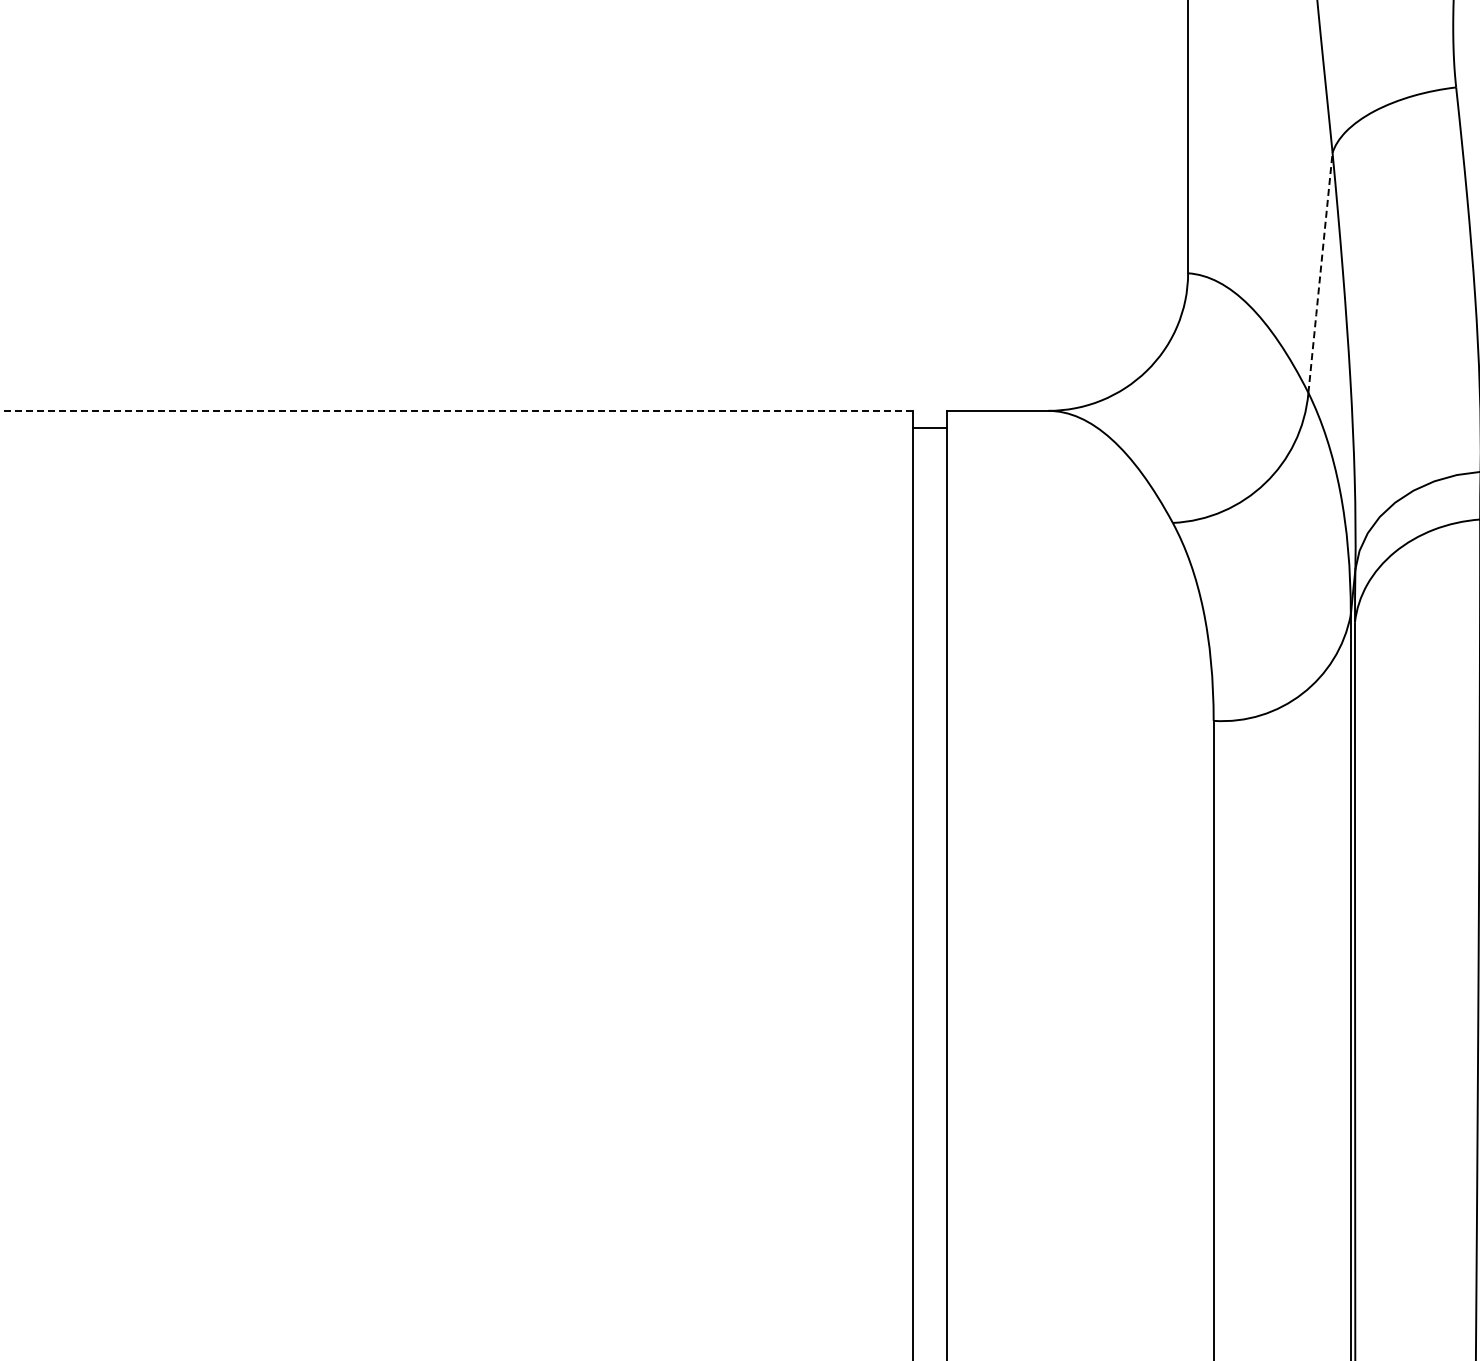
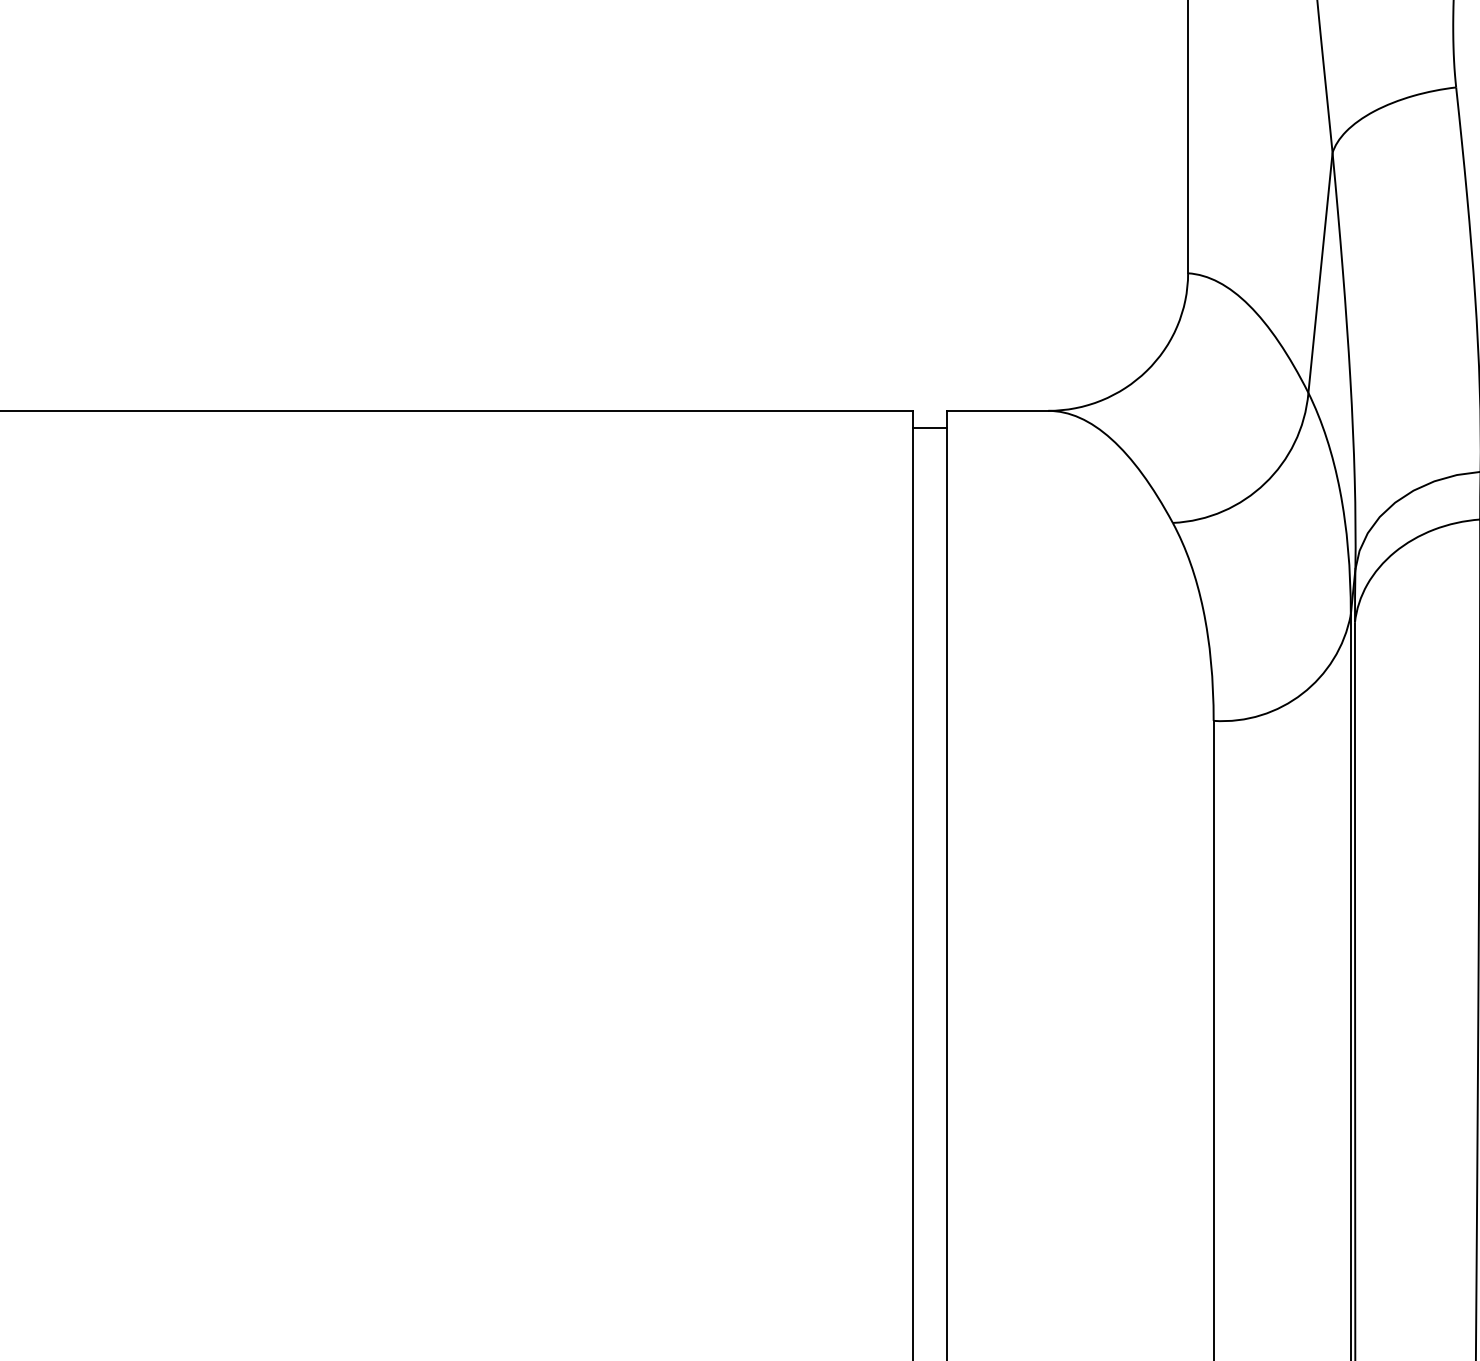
line at (1320, 272): dashed -> solid
line at (456, 410): dashed -> solid
